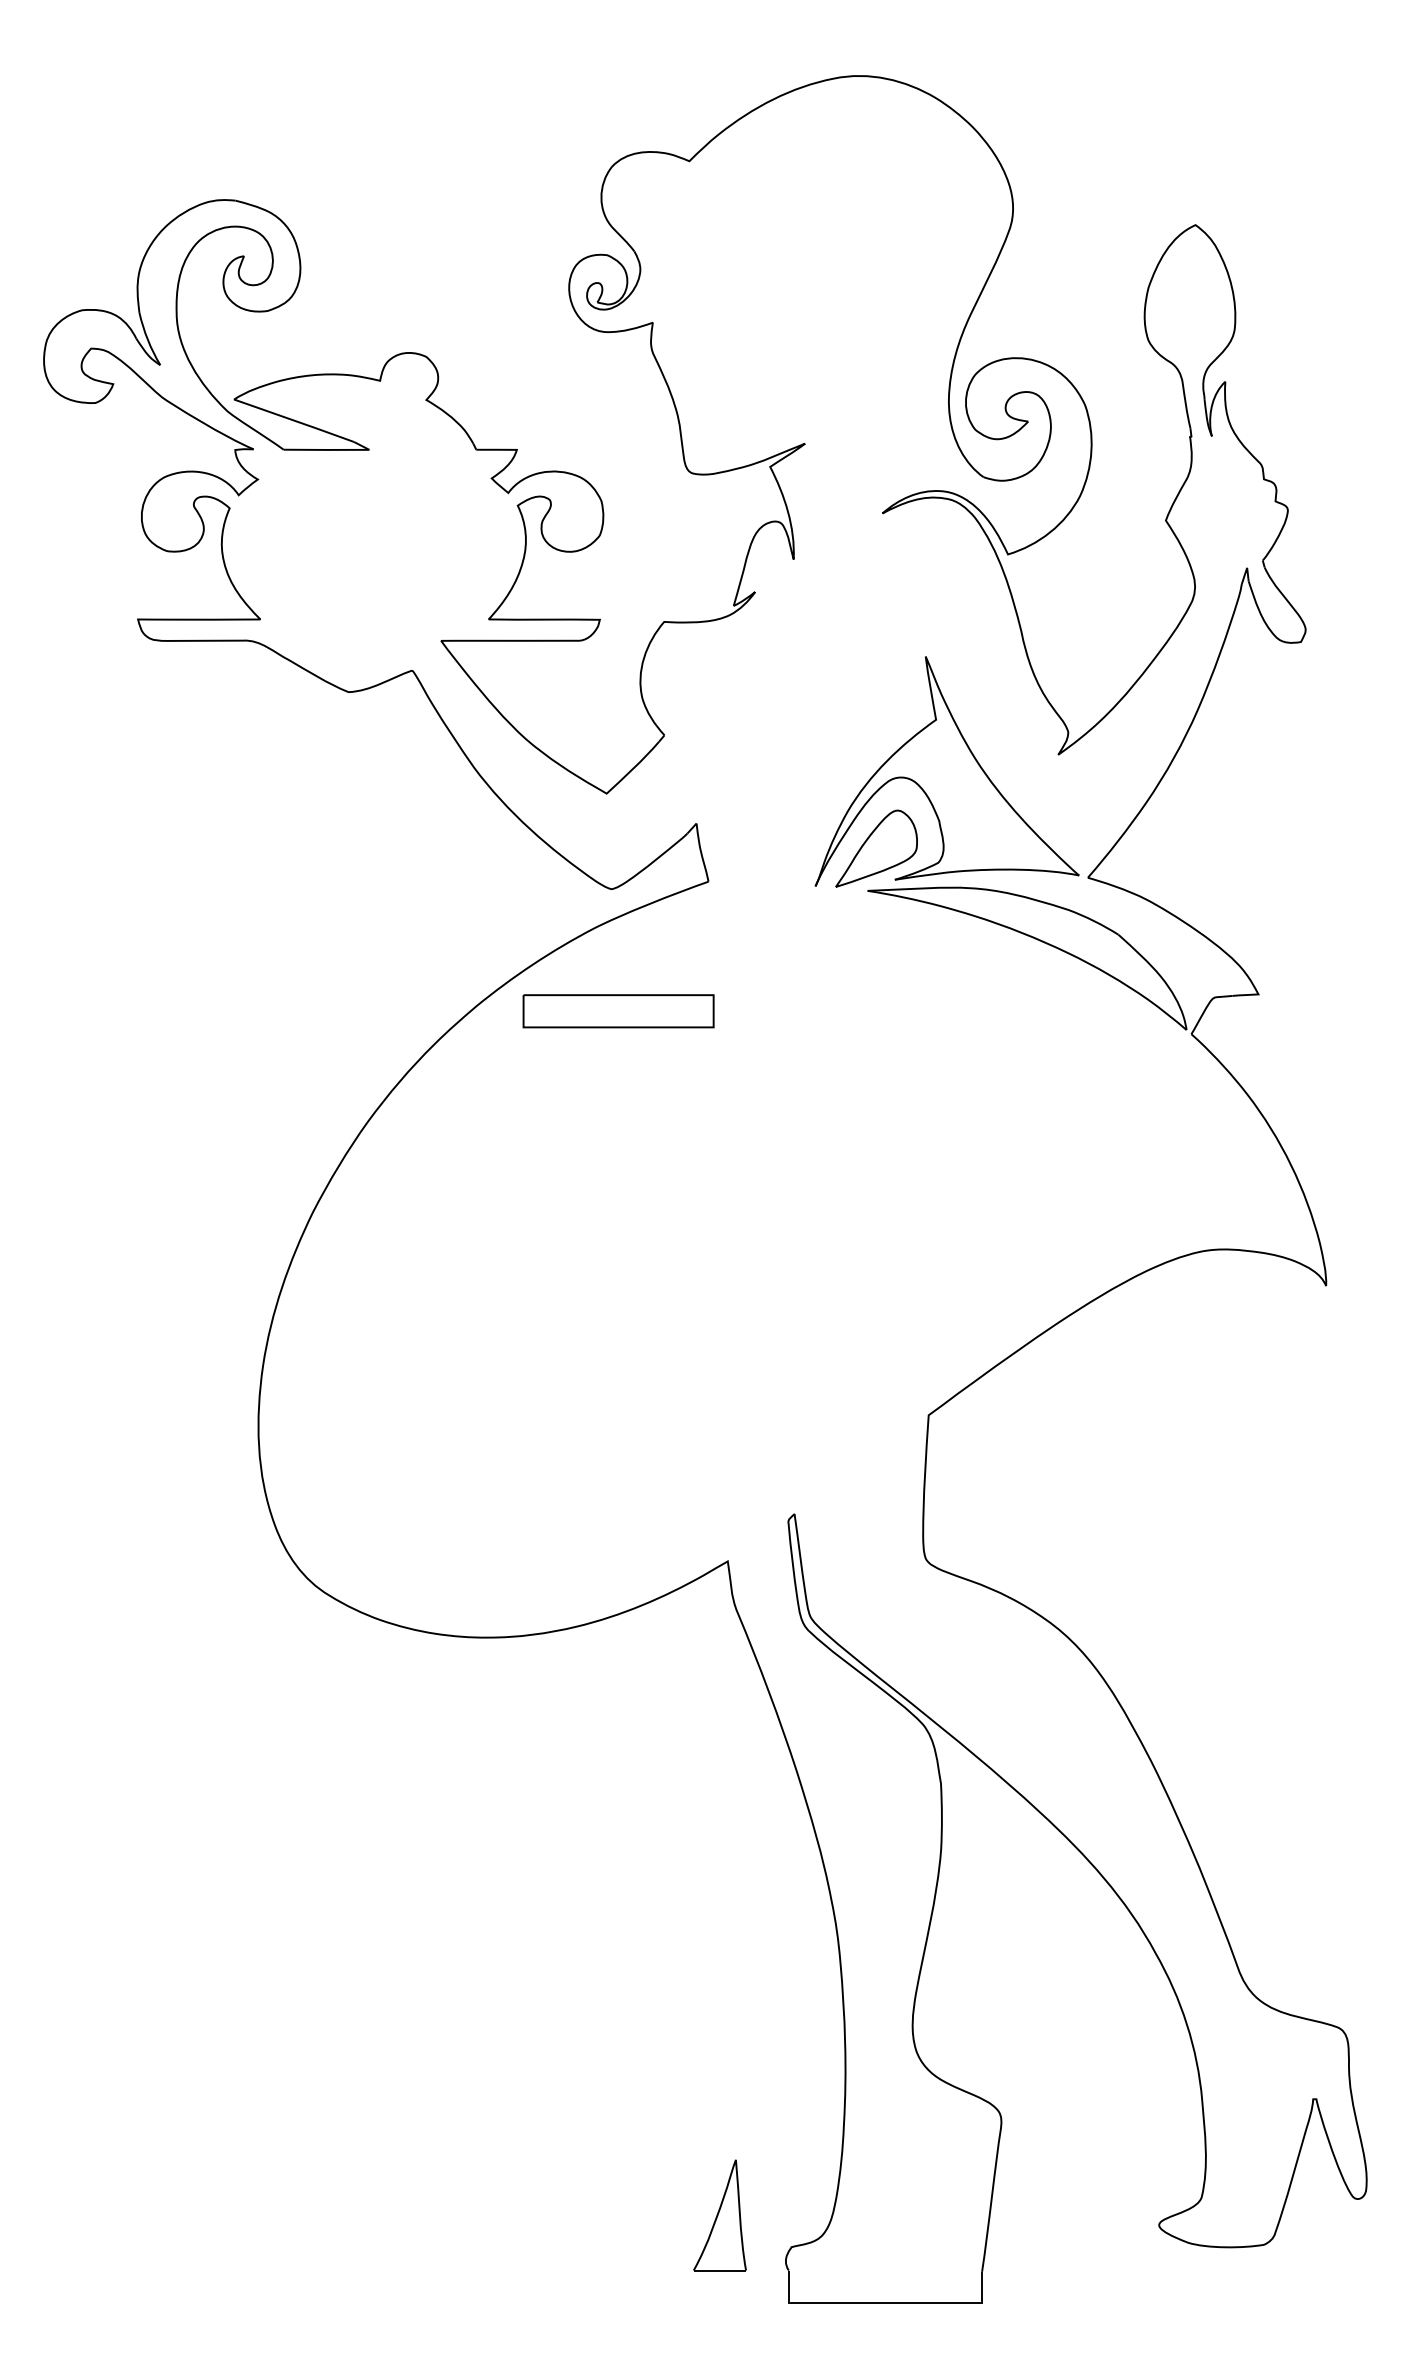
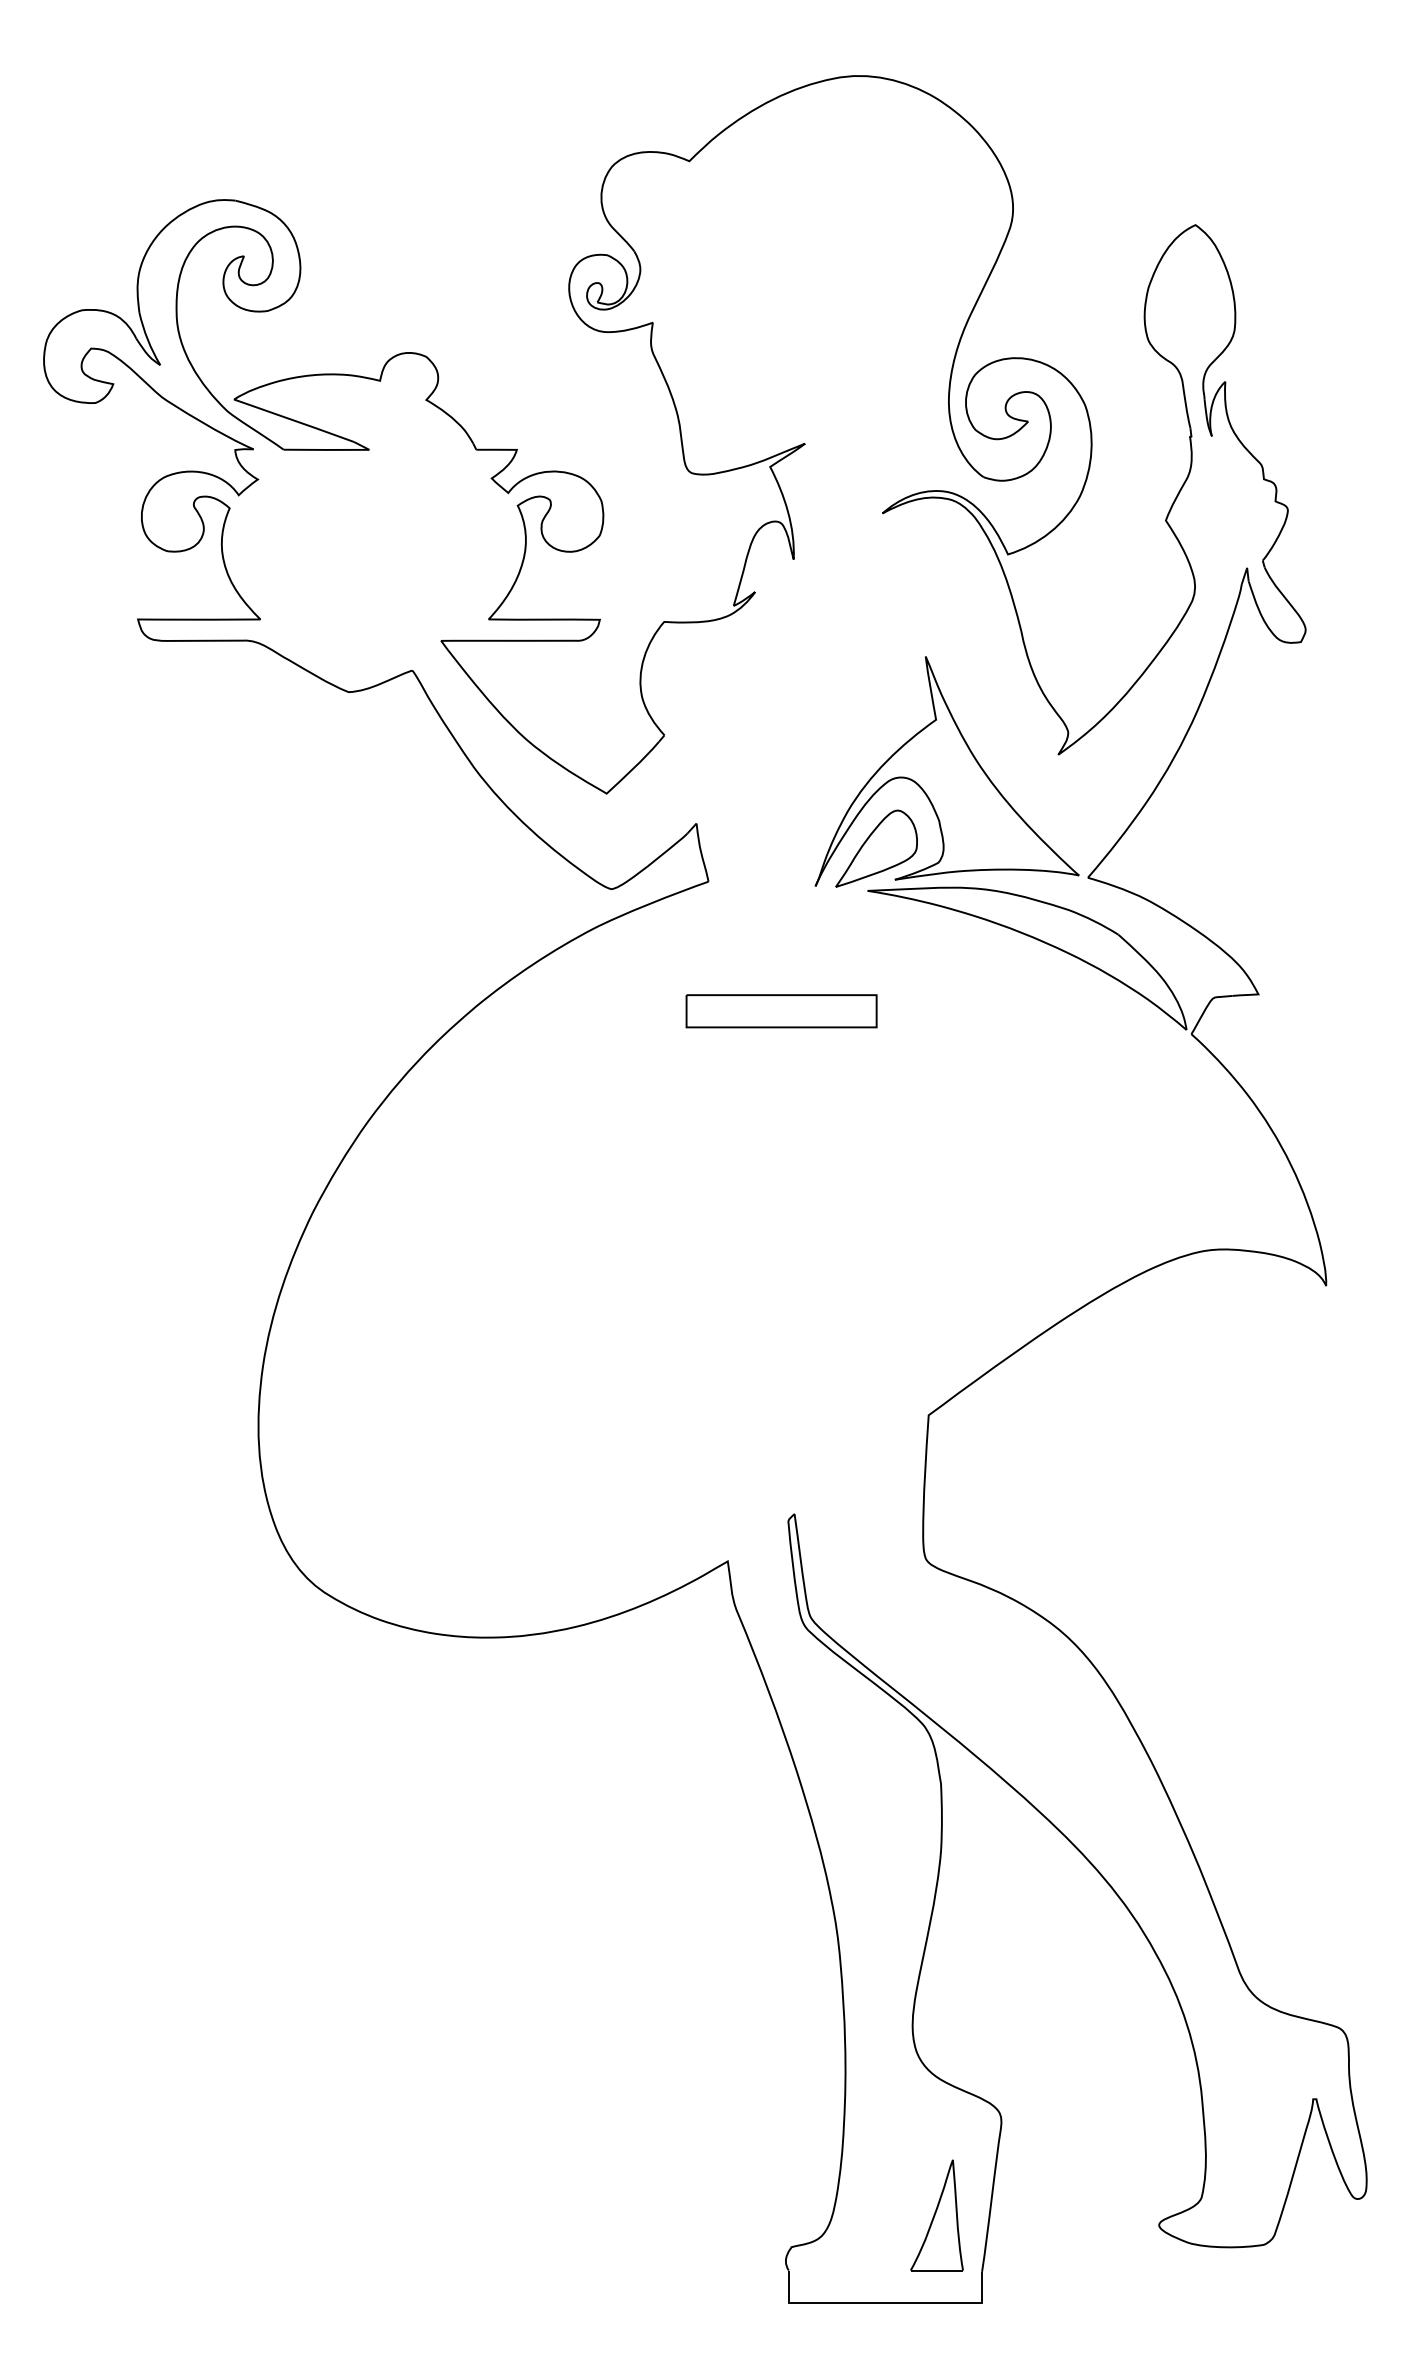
part at (618, 1011) position: (618, 1011) -> (781, 1011)
part at (719, 2215) position: (719, 2215) -> (936, 2215)
